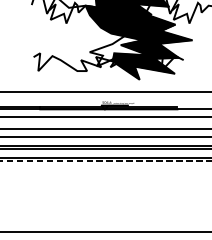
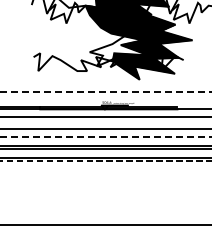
line at (105, 91): solid -> dashed
line at (105, 137): solid -> dashed
line at (105, 231) position: (105, 231) -> (105, 224)
